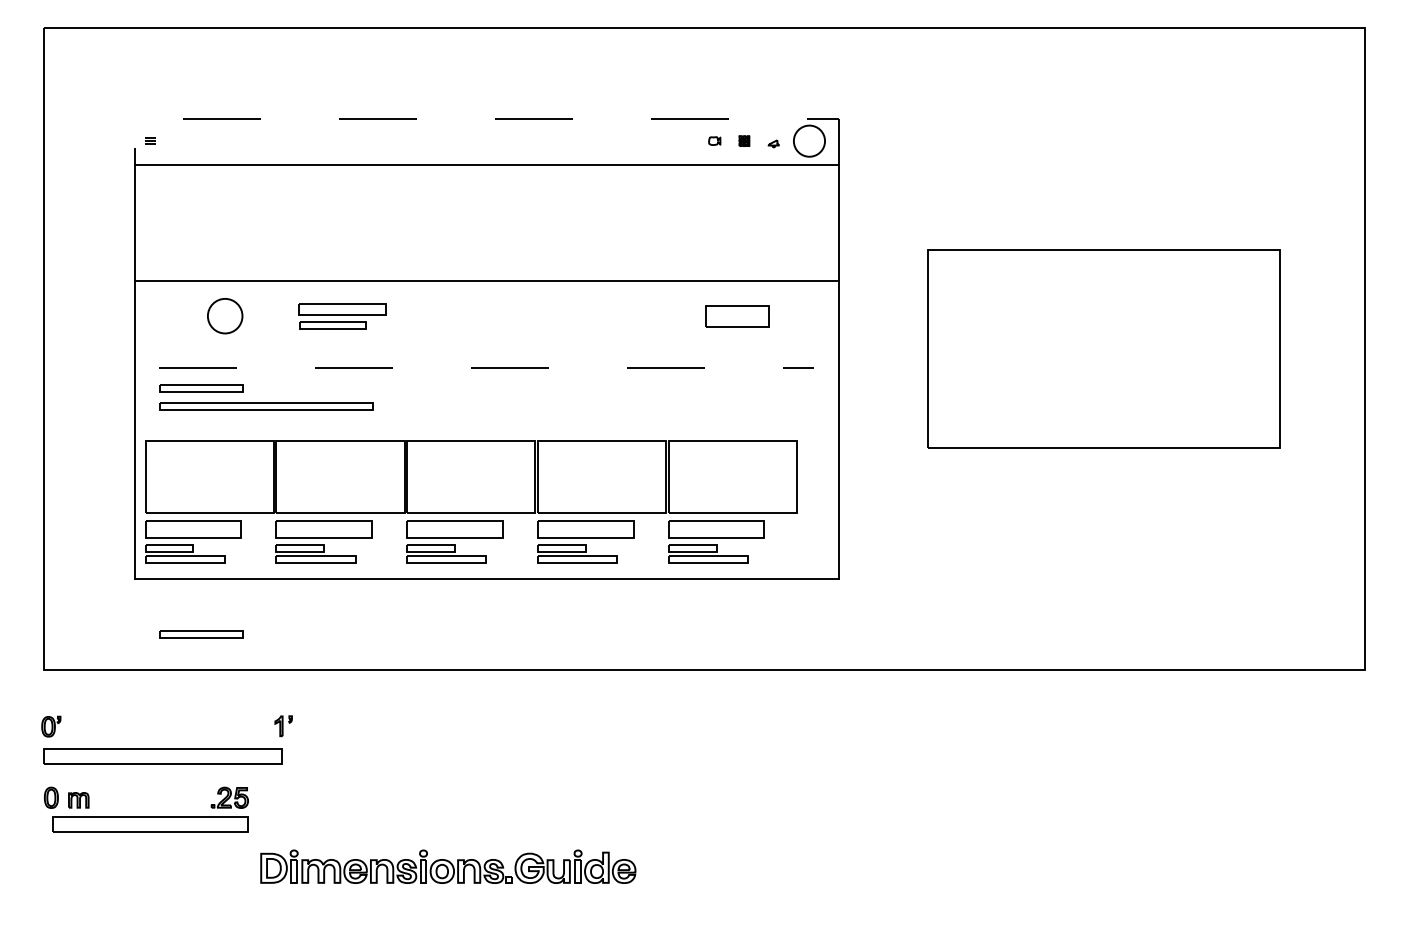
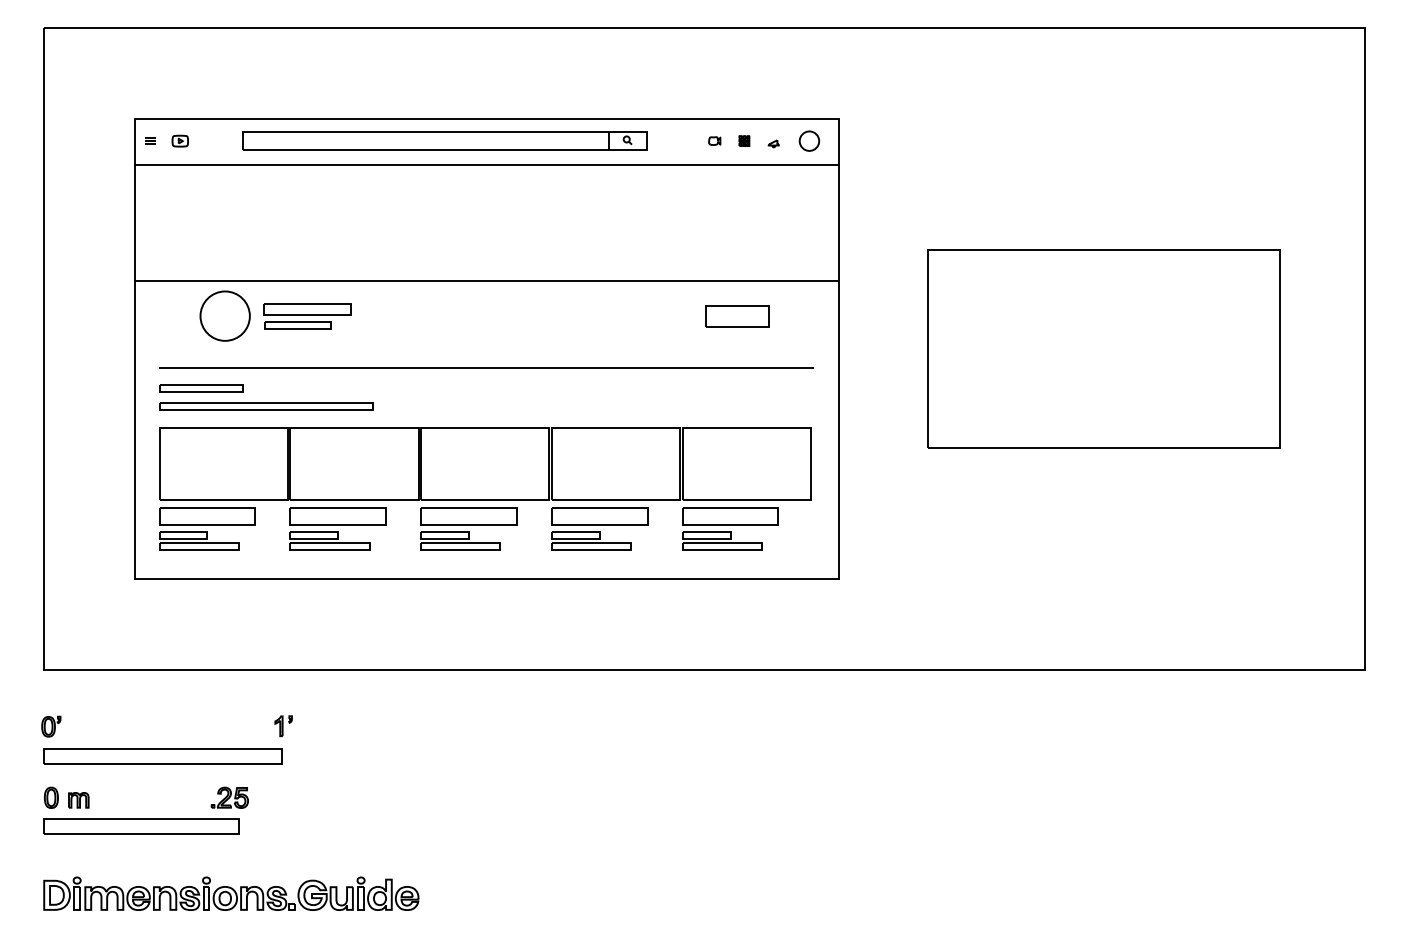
line at (486, 118): dashed -> solid
part at (179, 140): none -> present
part at (444, 140): none -> present
circle at (809, 140) diameter: 31 px -> 19 px
circle at (224, 315) diameter: 35 px -> 49 px
part at (342, 316) position: (342, 316) -> (307, 316)
line at (486, 368): dashed -> solid
part at (471, 501) position: (471, 501) -> (485, 488)
part at (201, 634): present -> none
part at (150, 824) position: (150, 824) -> (141, 826)
part at (448, 866) position: (448, 866) -> (231, 893)
